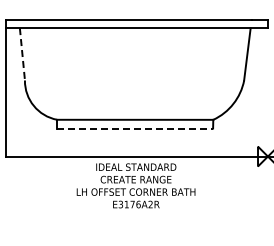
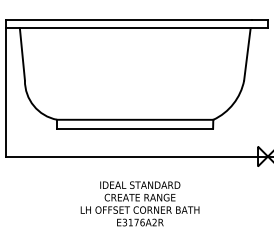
line at (22, 54): dashed -> solid
line at (135, 128): dashed -> solid
text at (135, 185) position: (135, 185) -> (139, 203)
